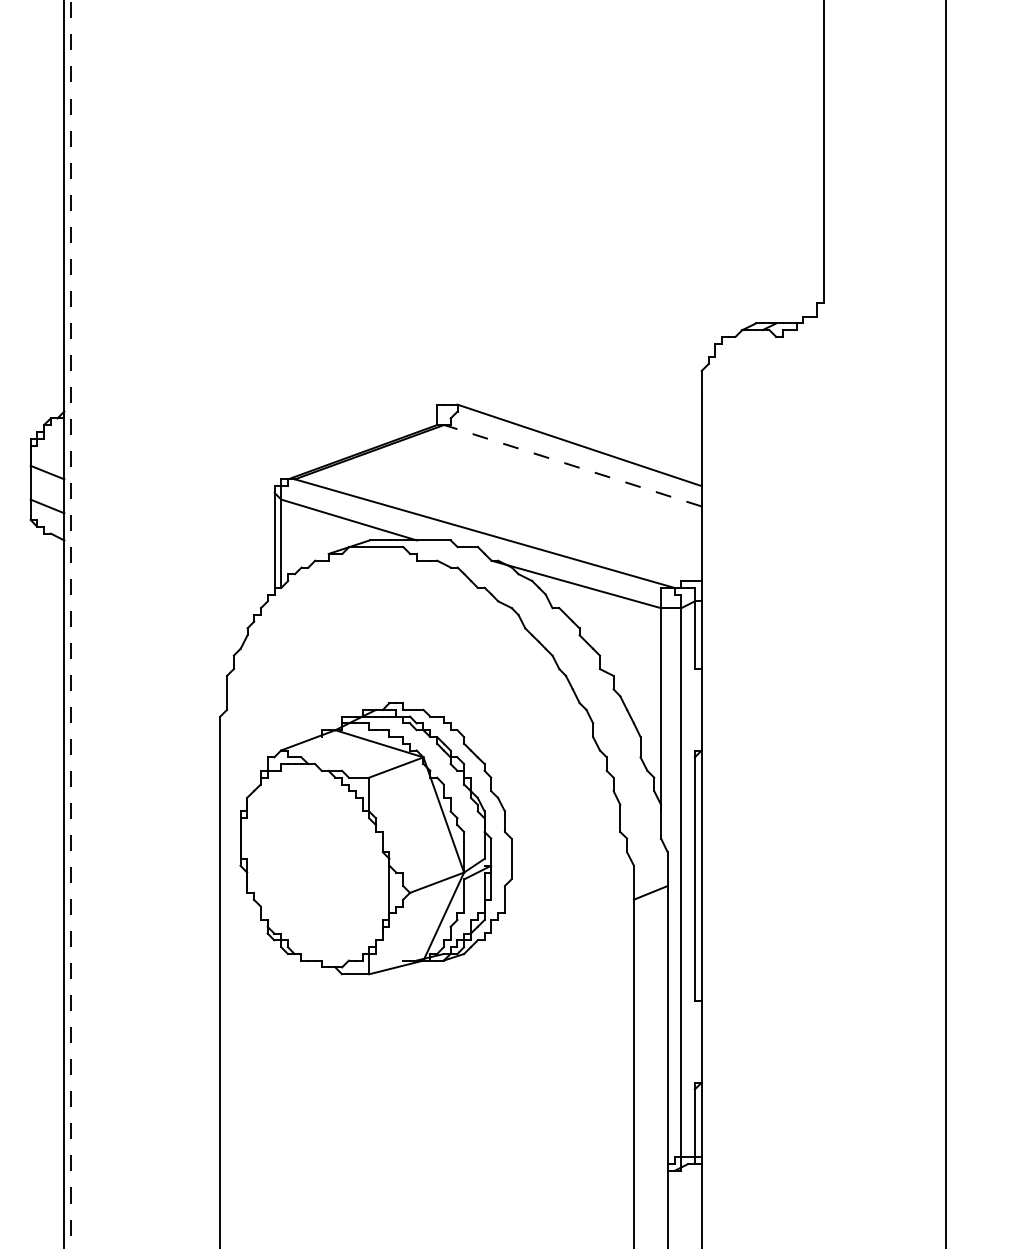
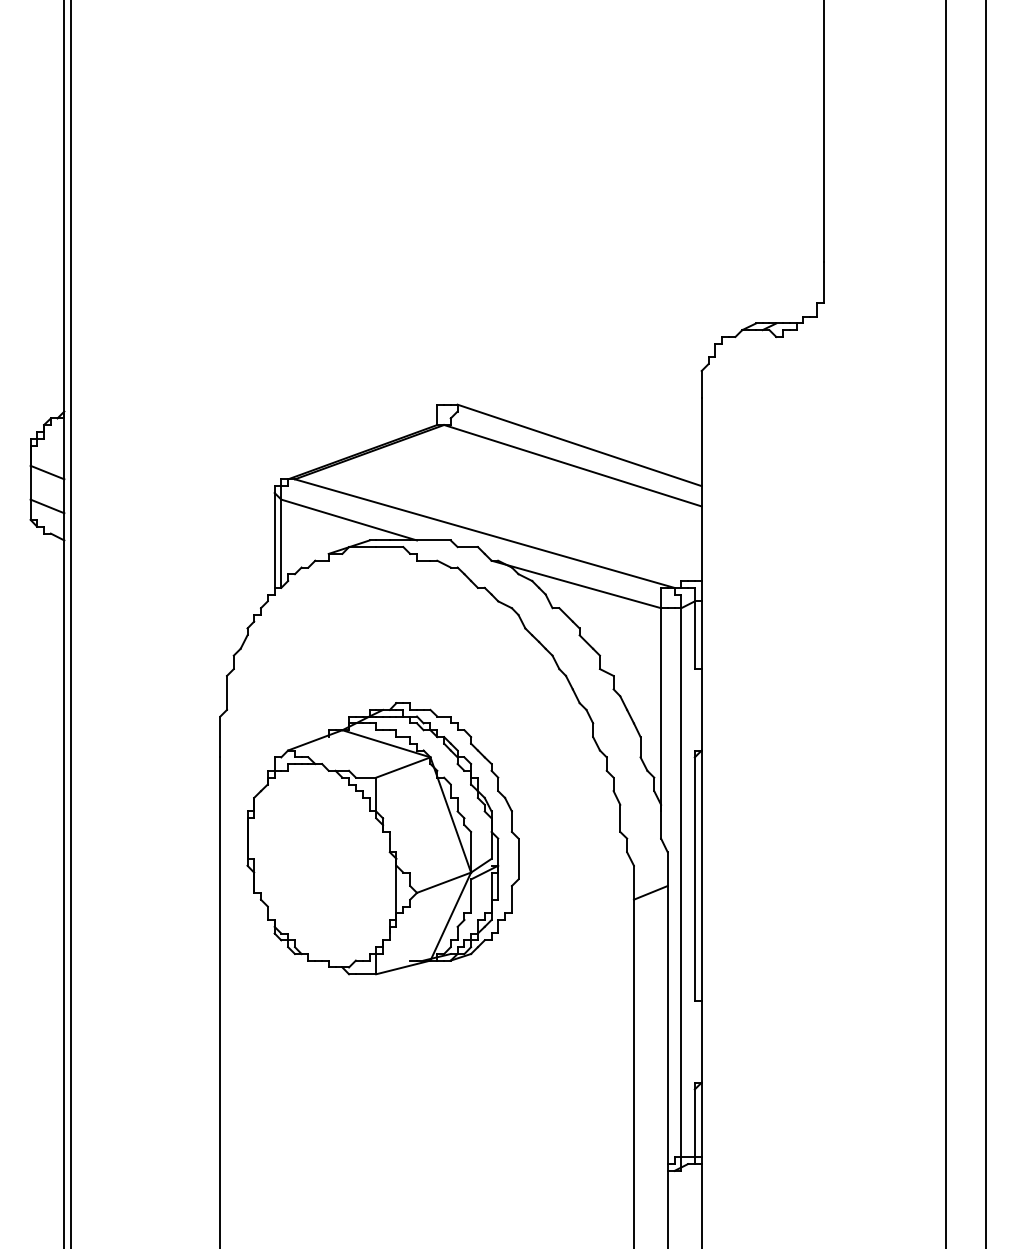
line at (572, 465): dashed -> solid
line at (71, 623): dashed -> solid
line at (986, 623): none -> present
part at (375, 838) position: (375, 838) -> (382, 838)
